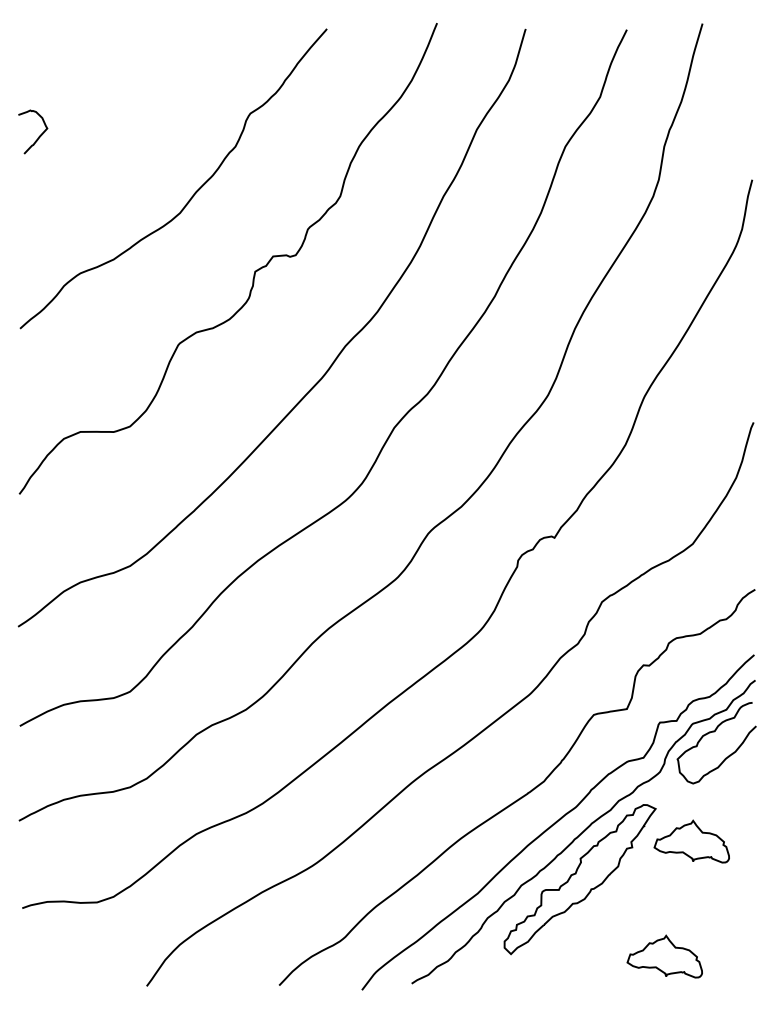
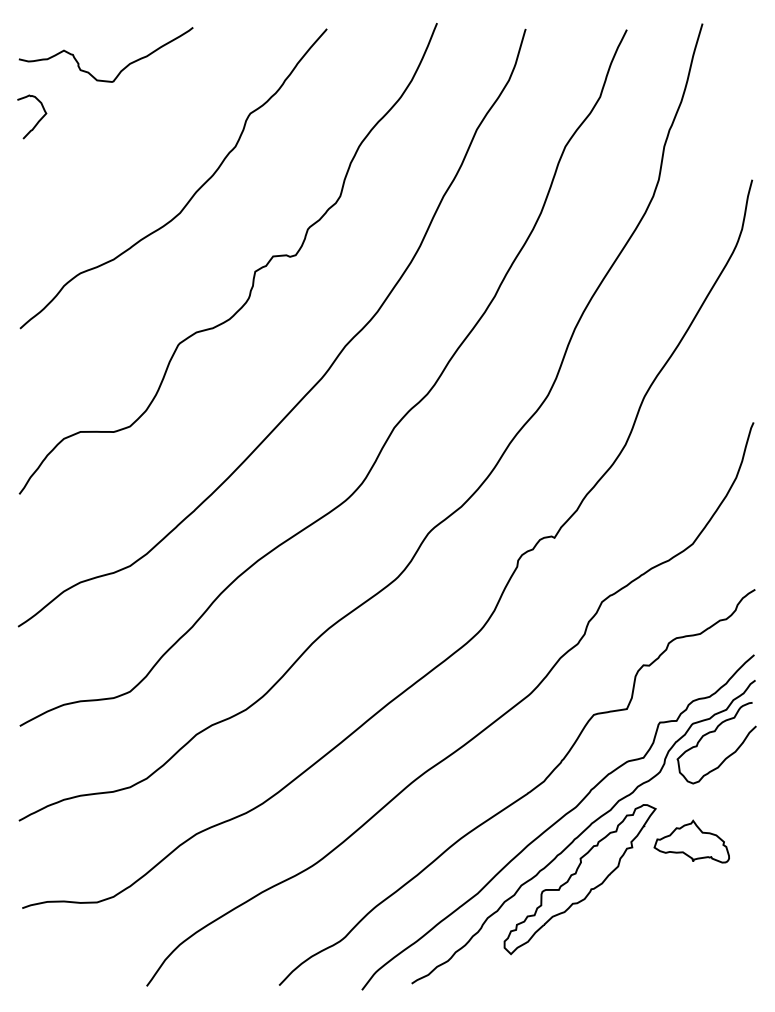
curve at (121, 69): none -> present
curve at (38, 136) position: (38, 136) -> (37, 121)
part at (664, 956): present -> none
